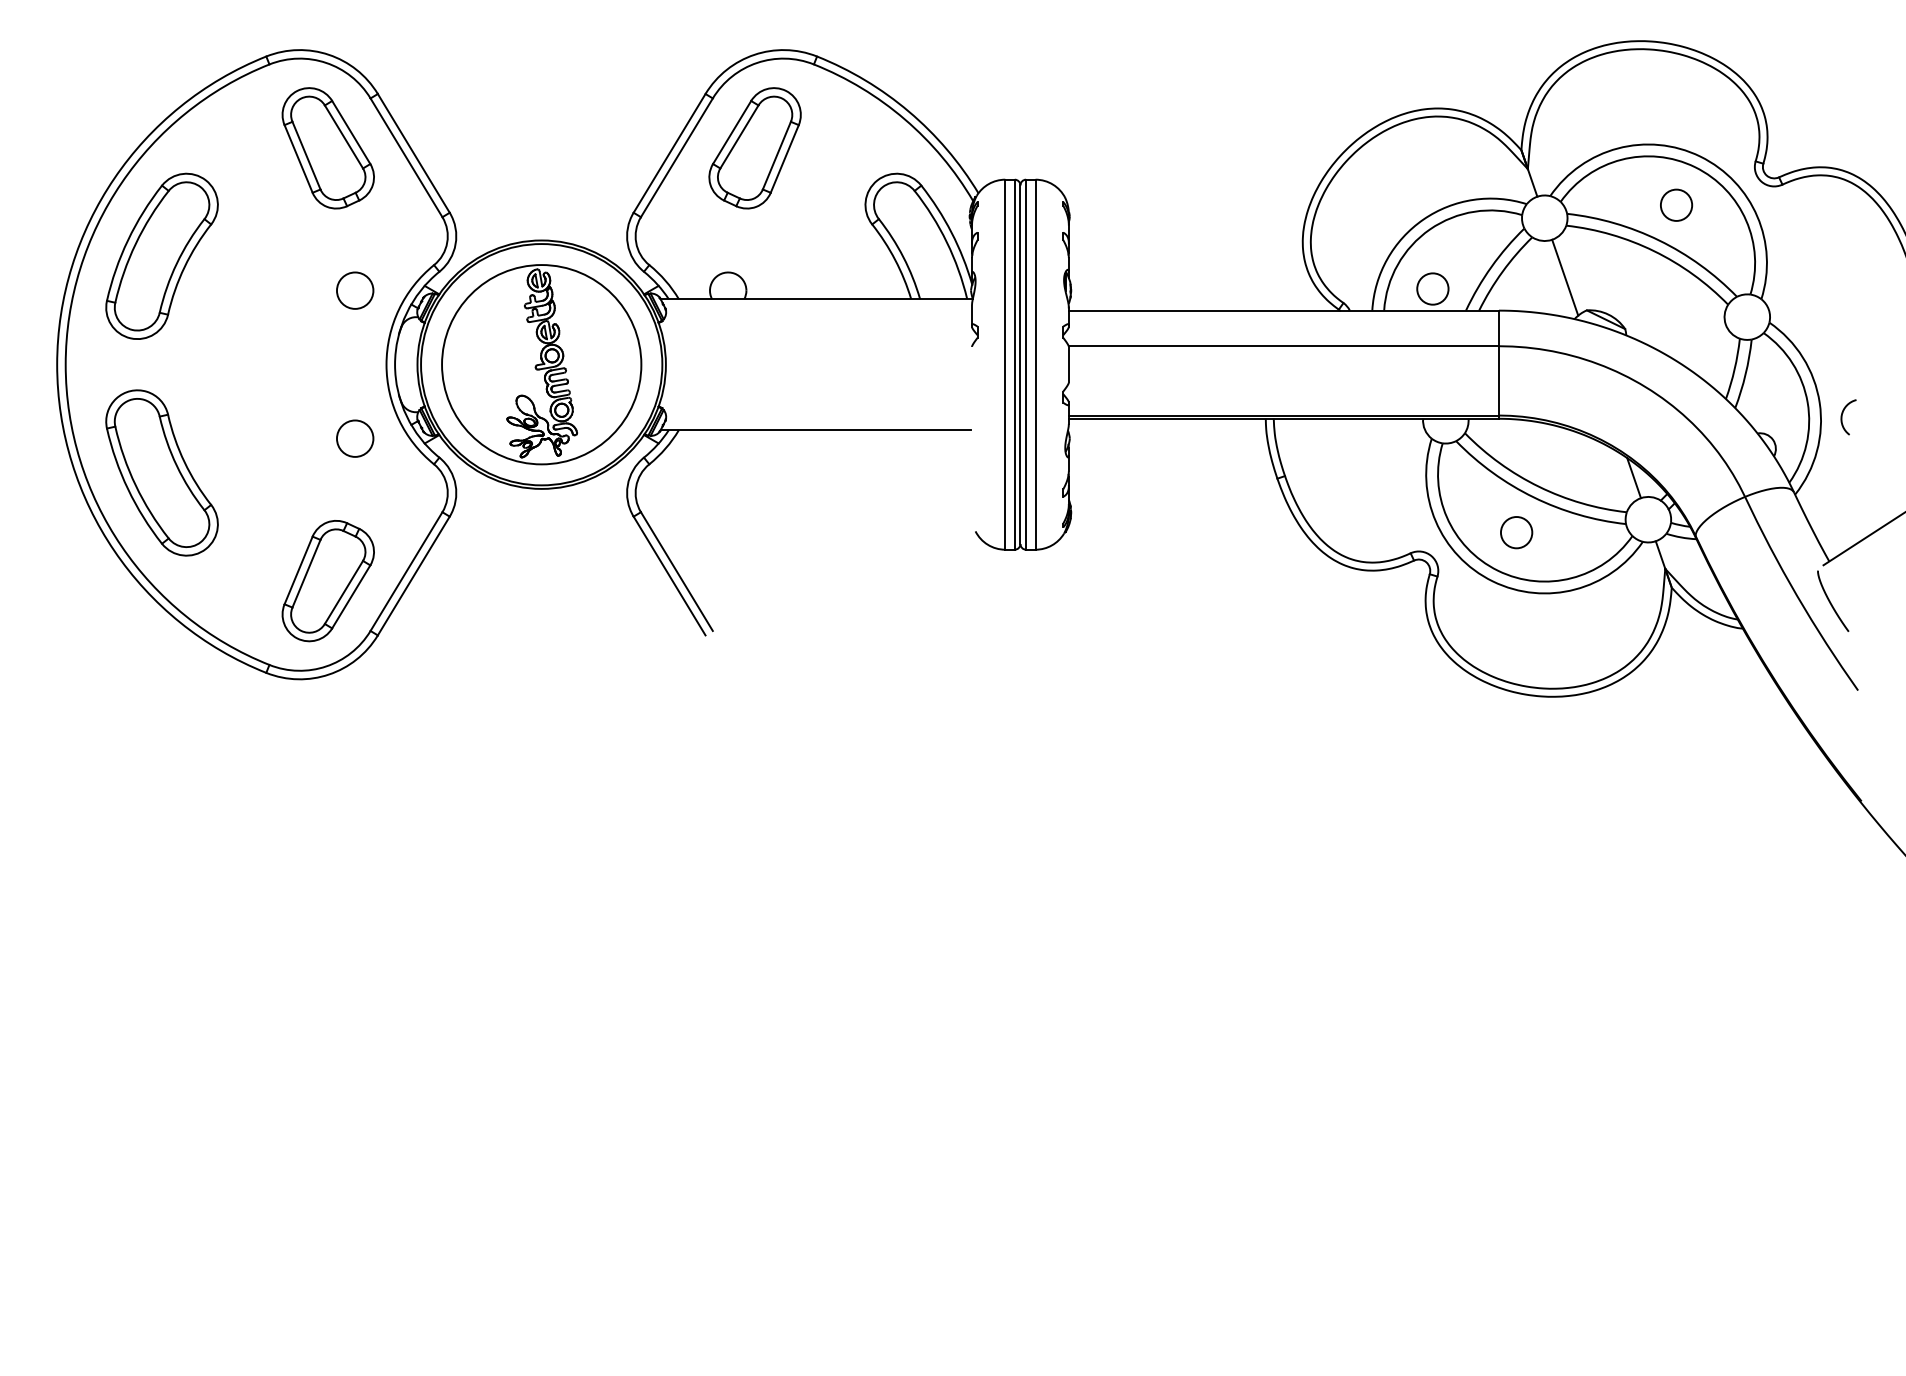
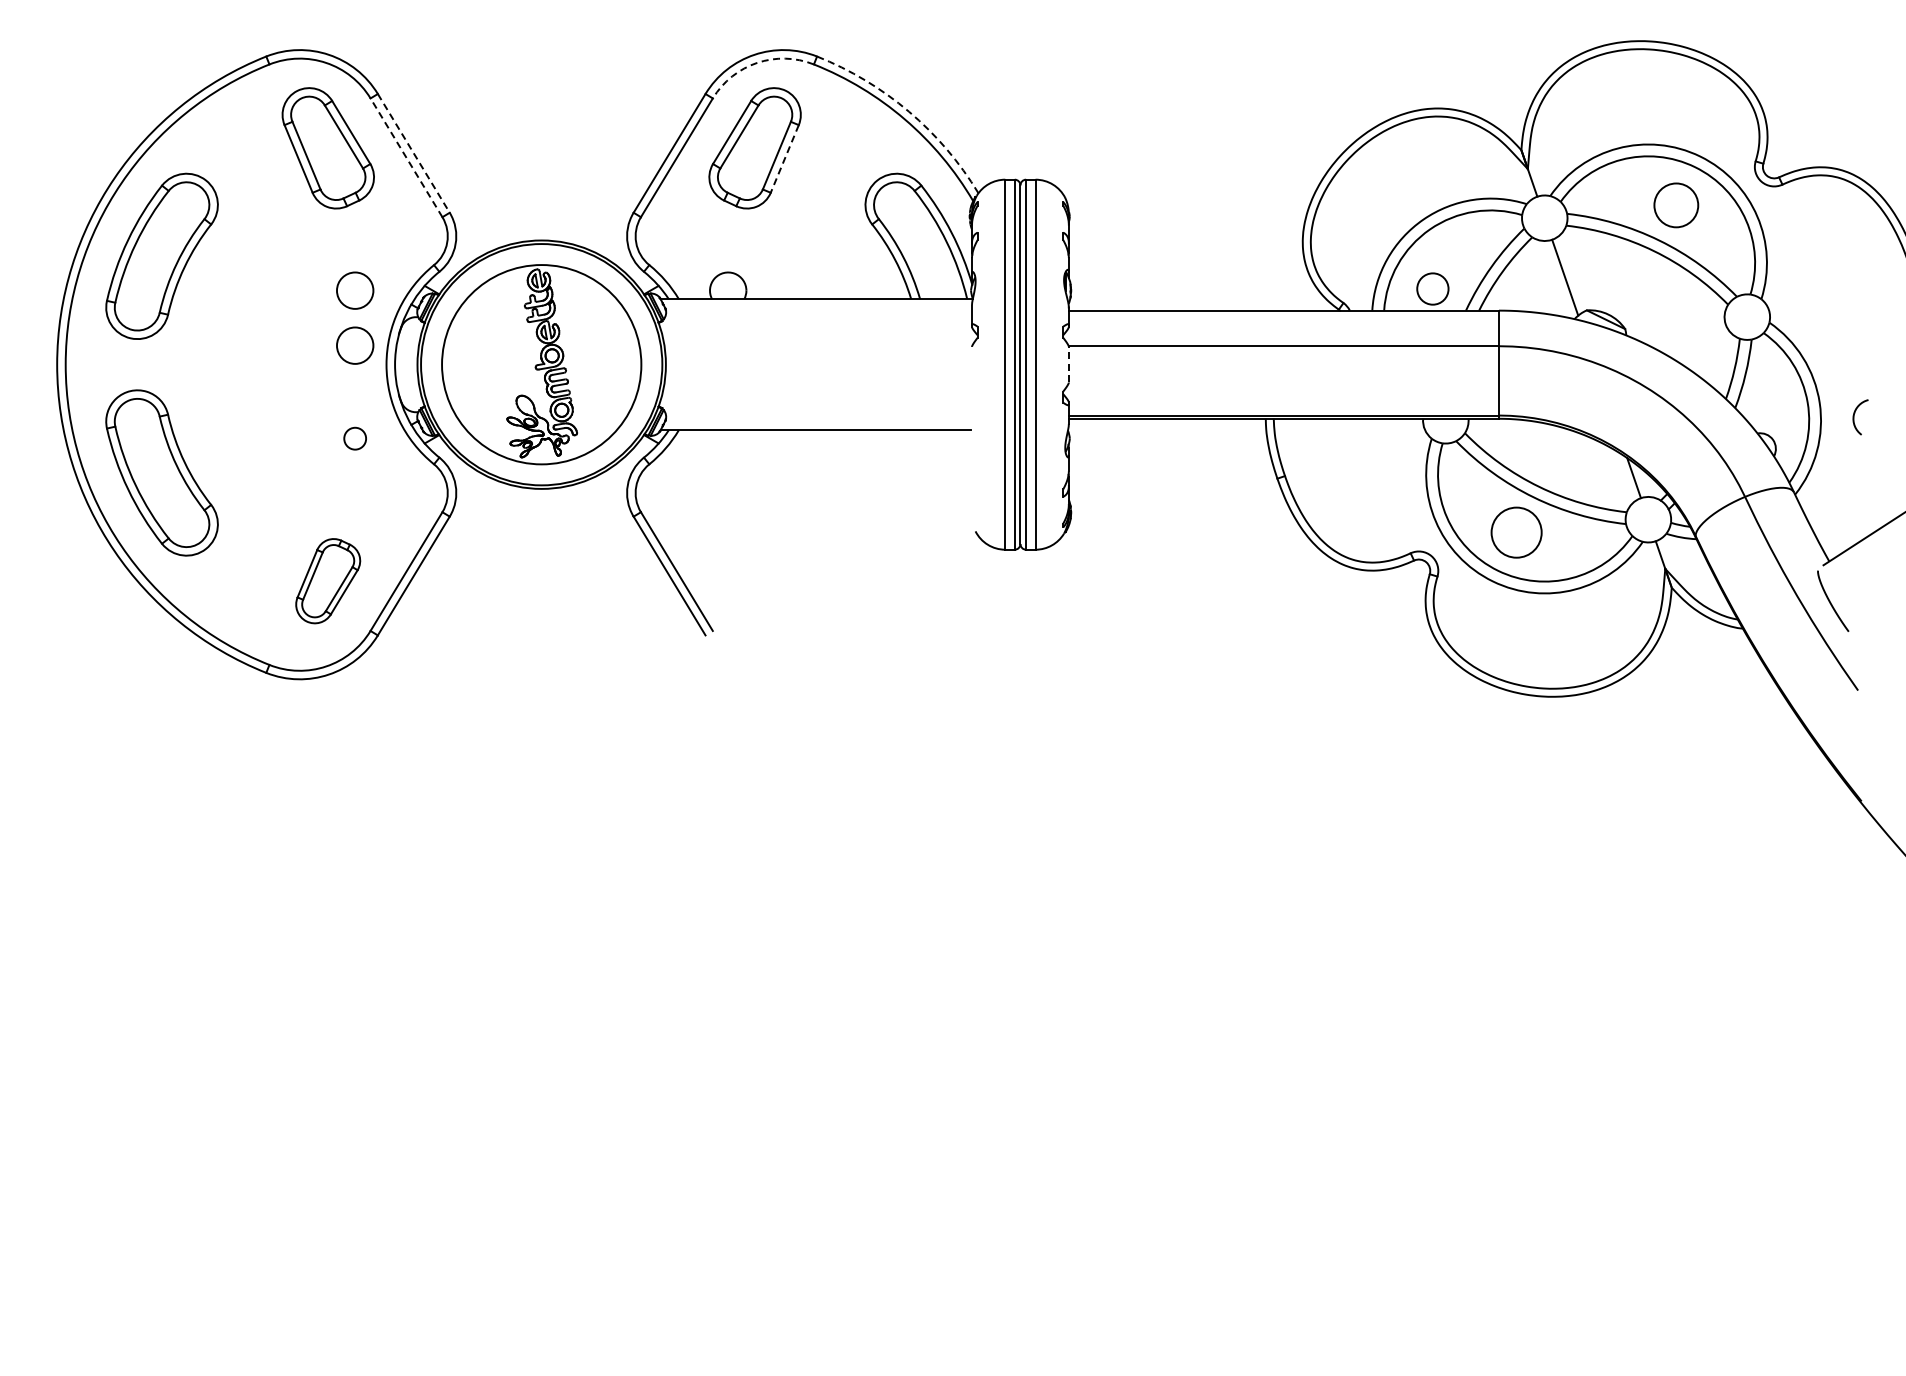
arc at (757, 62): solid -> dashed
arc at (908, 111): solid -> dashed
line at (414, 153): solid -> dashed
line at (406, 157): solid -> dashed
line at (784, 158): solid -> dashed
circle at (1676, 204) size: 34x34 px -> 47x47 px
circle at (355, 345): none -> present
line at (1068, 364): solid -> dashed
arc at (1842, 417) position: (1842, 417) -> (1854, 417)
circle at (354, 438) diameter: 36 px -> 22 px
circle at (1516, 532) diameter: 31 px -> 50 px
part at (327, 581) size: 94x123 px -> 67x87 px
